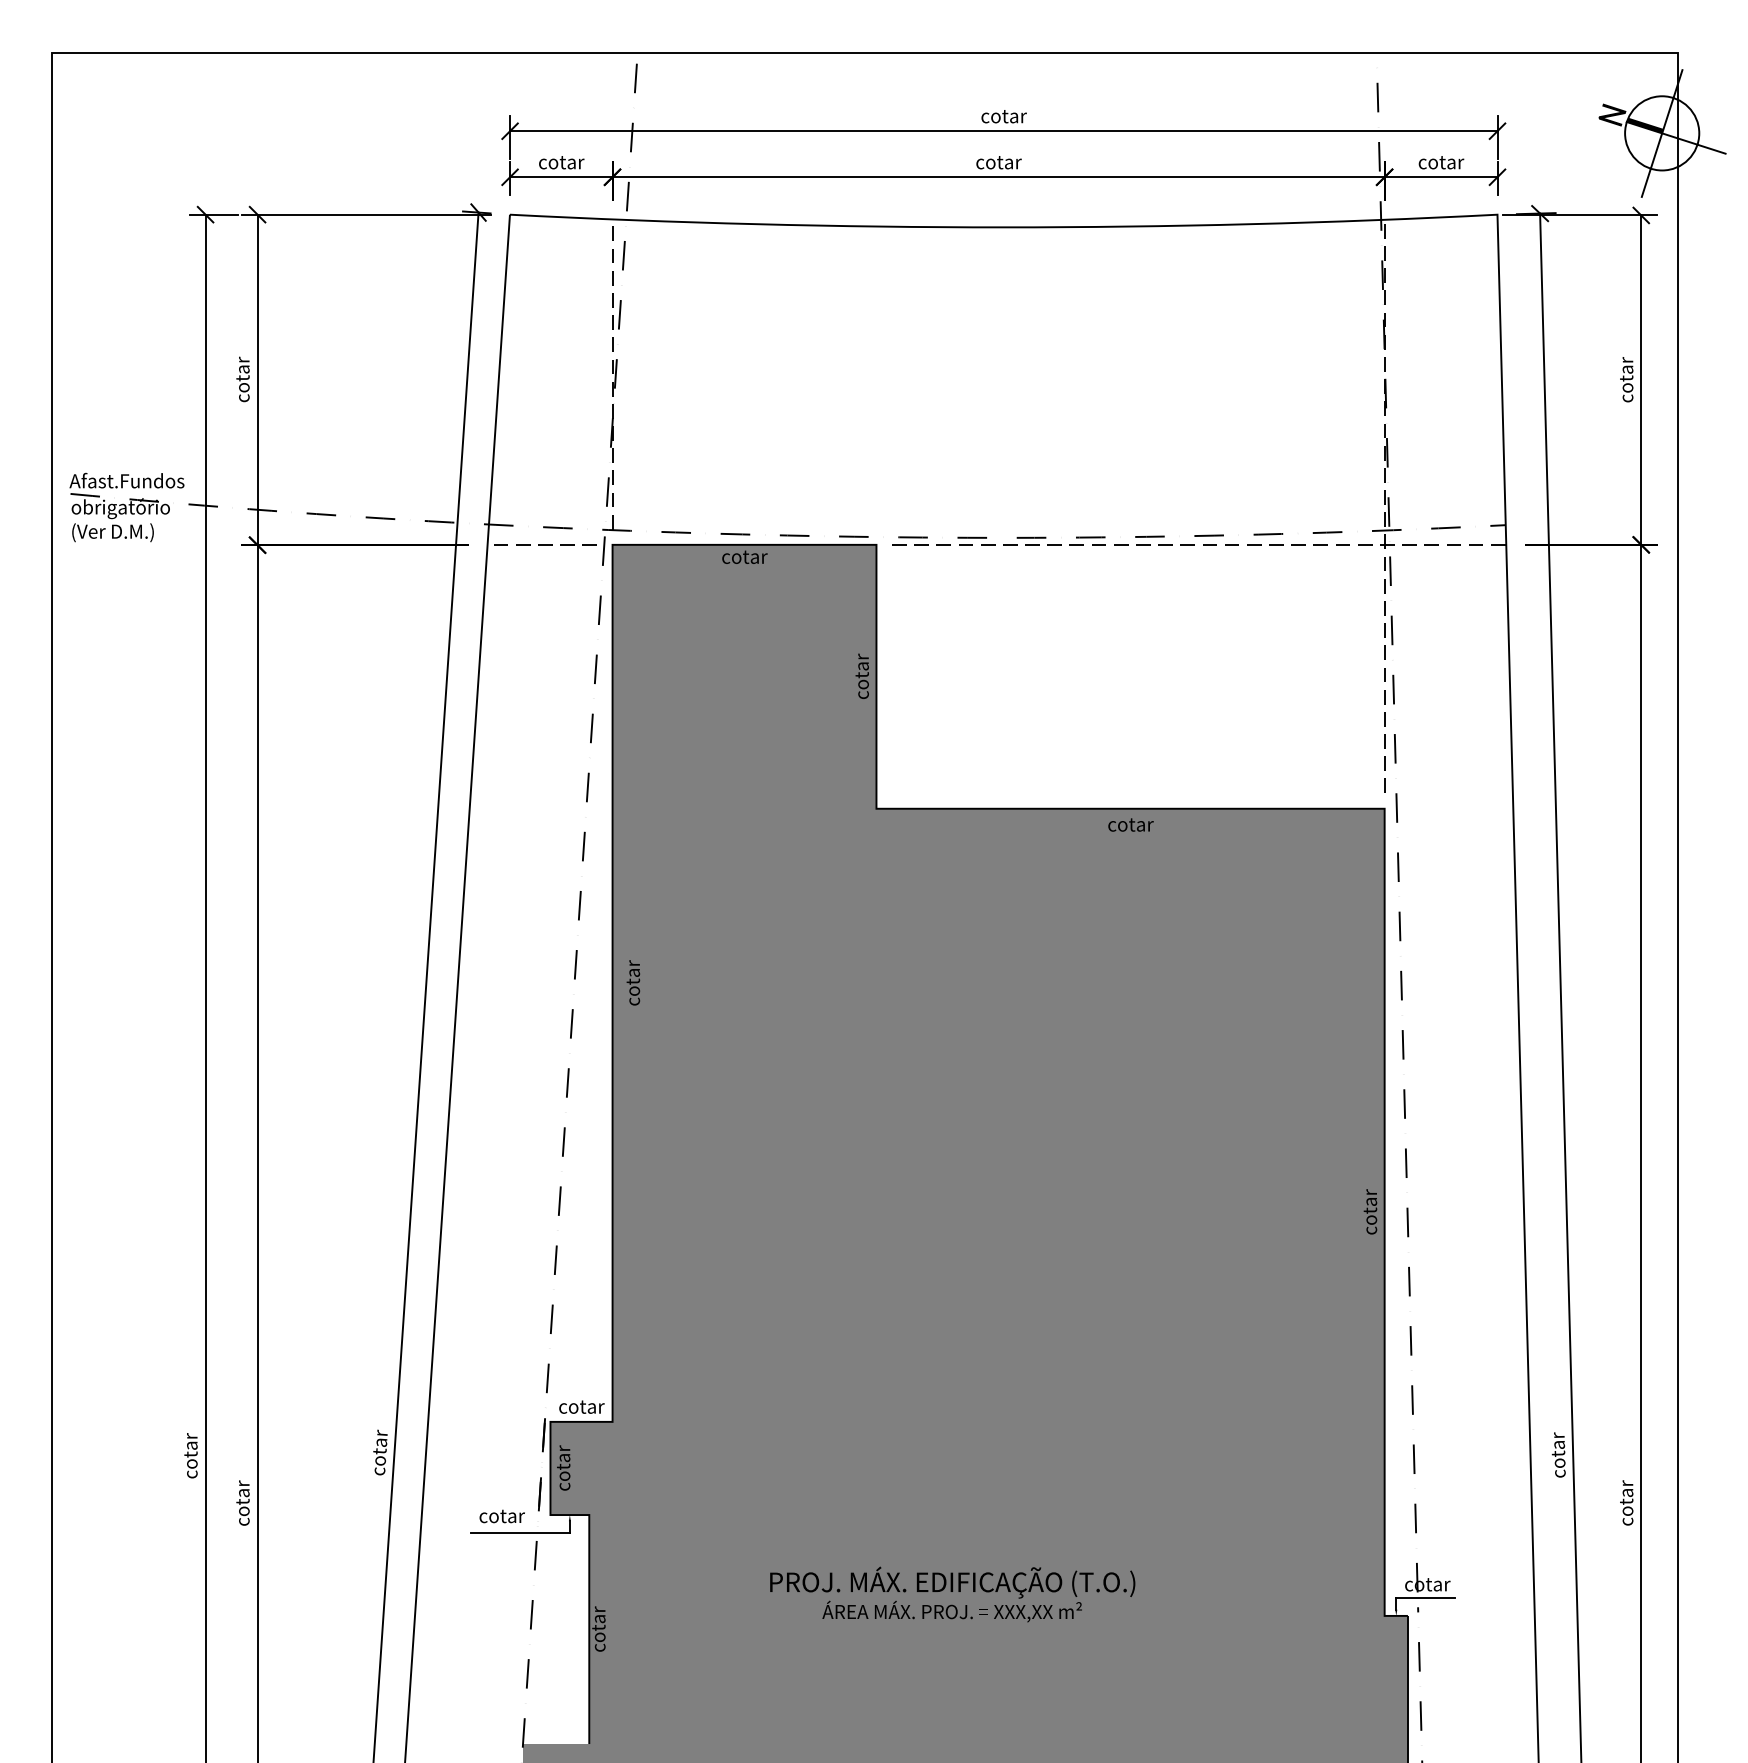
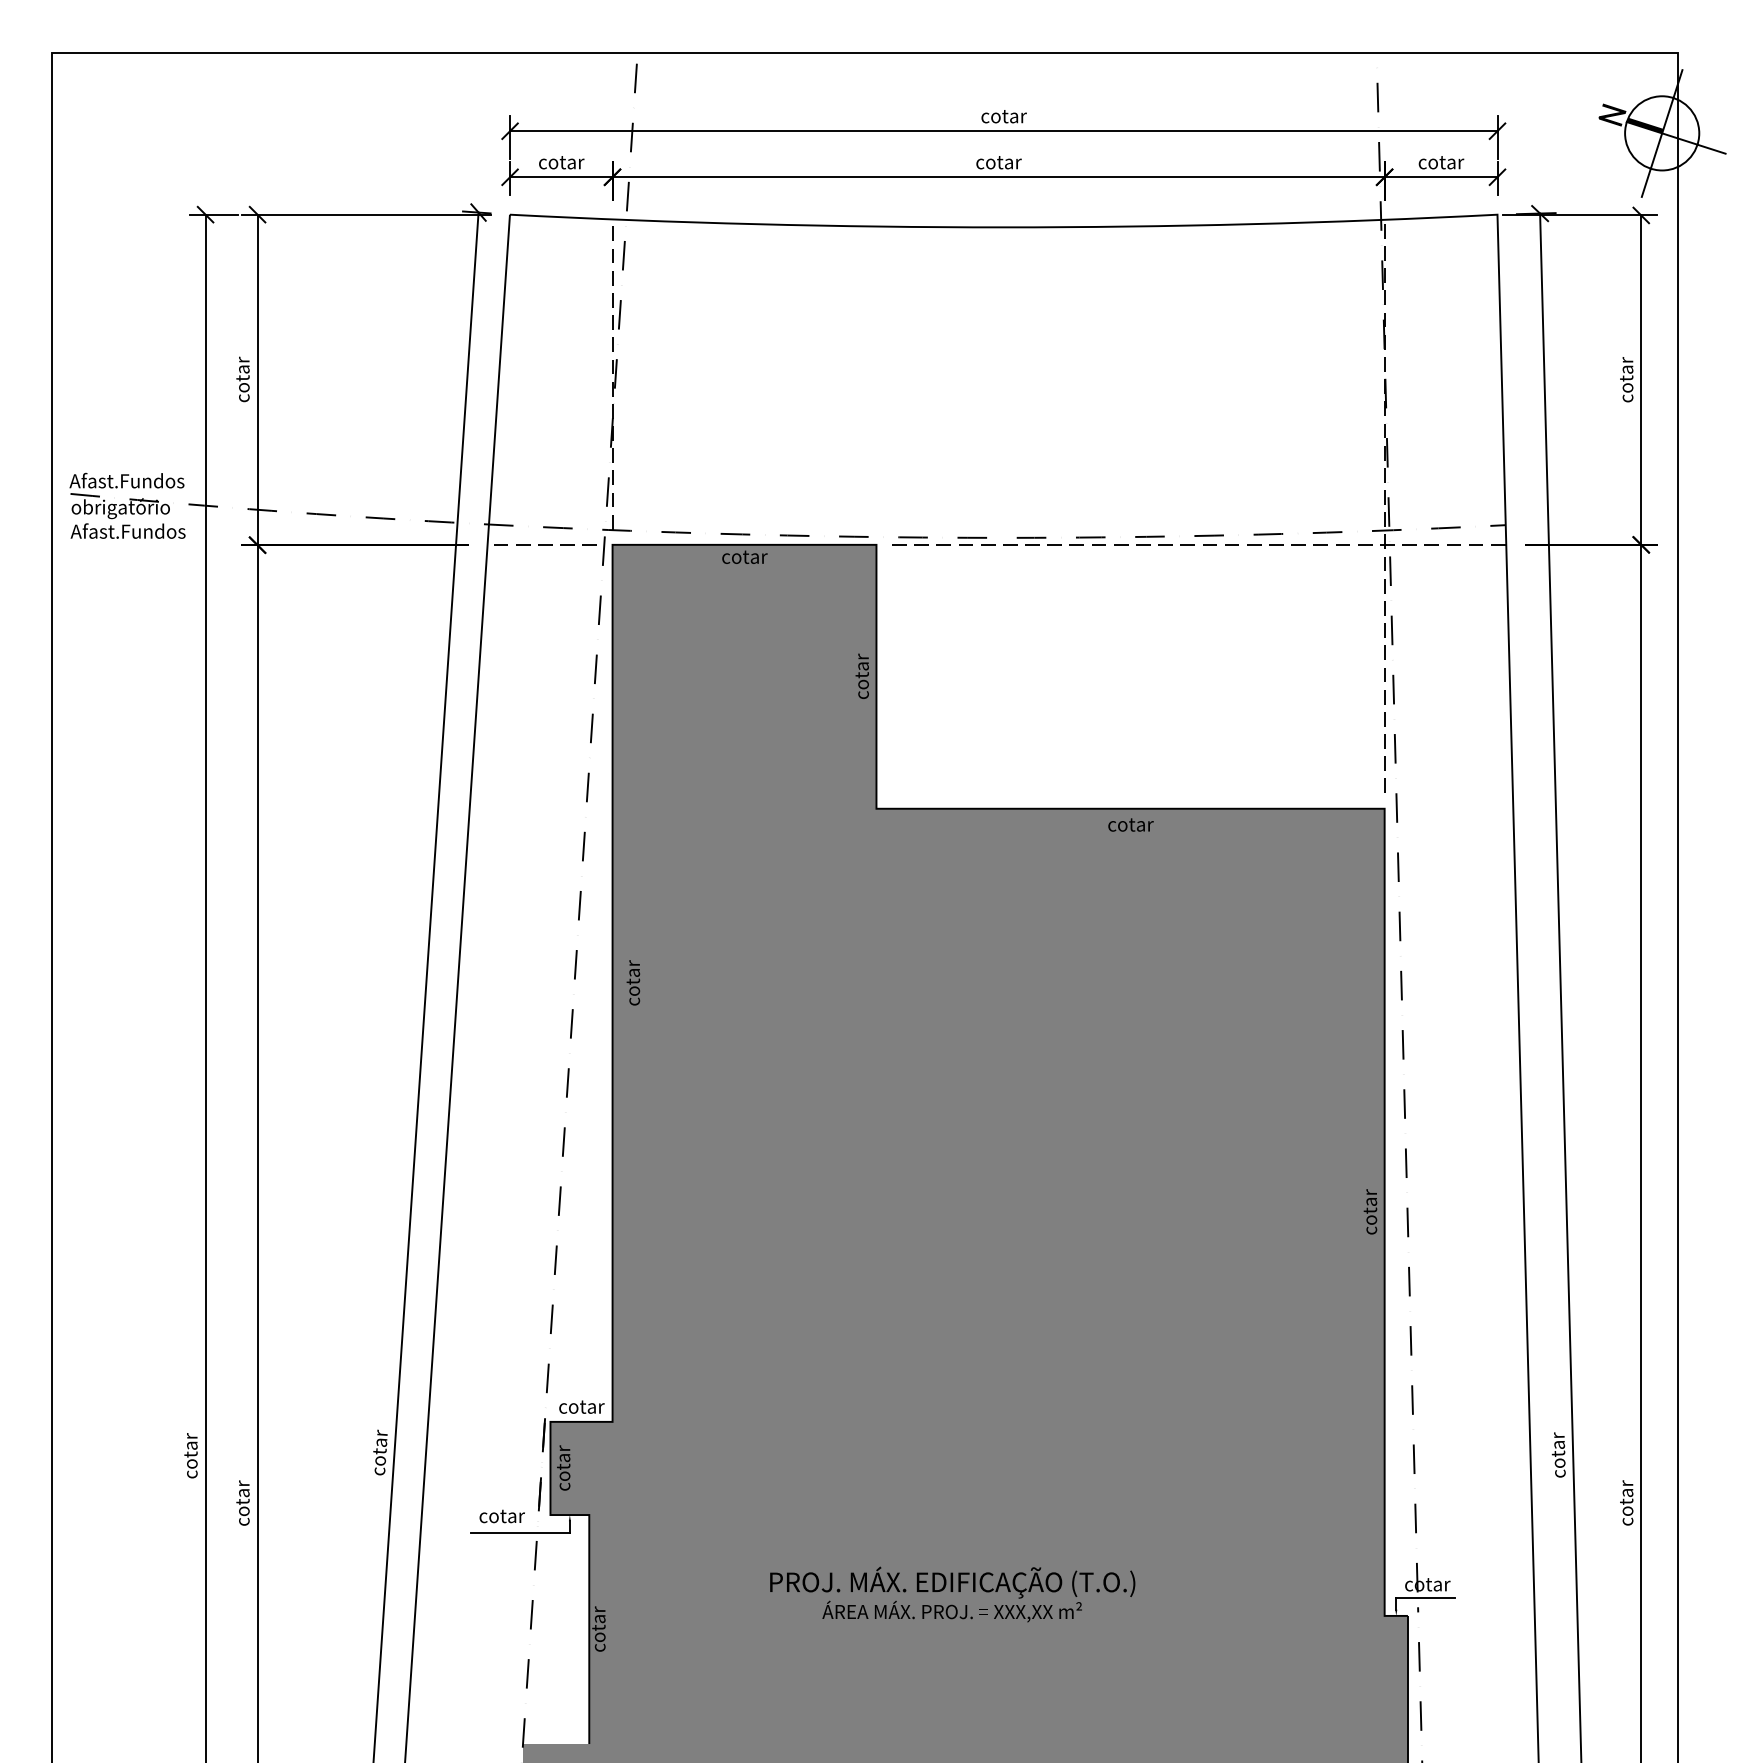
text at (127, 532): (Ver D.M.) -> Afast.Fundos
